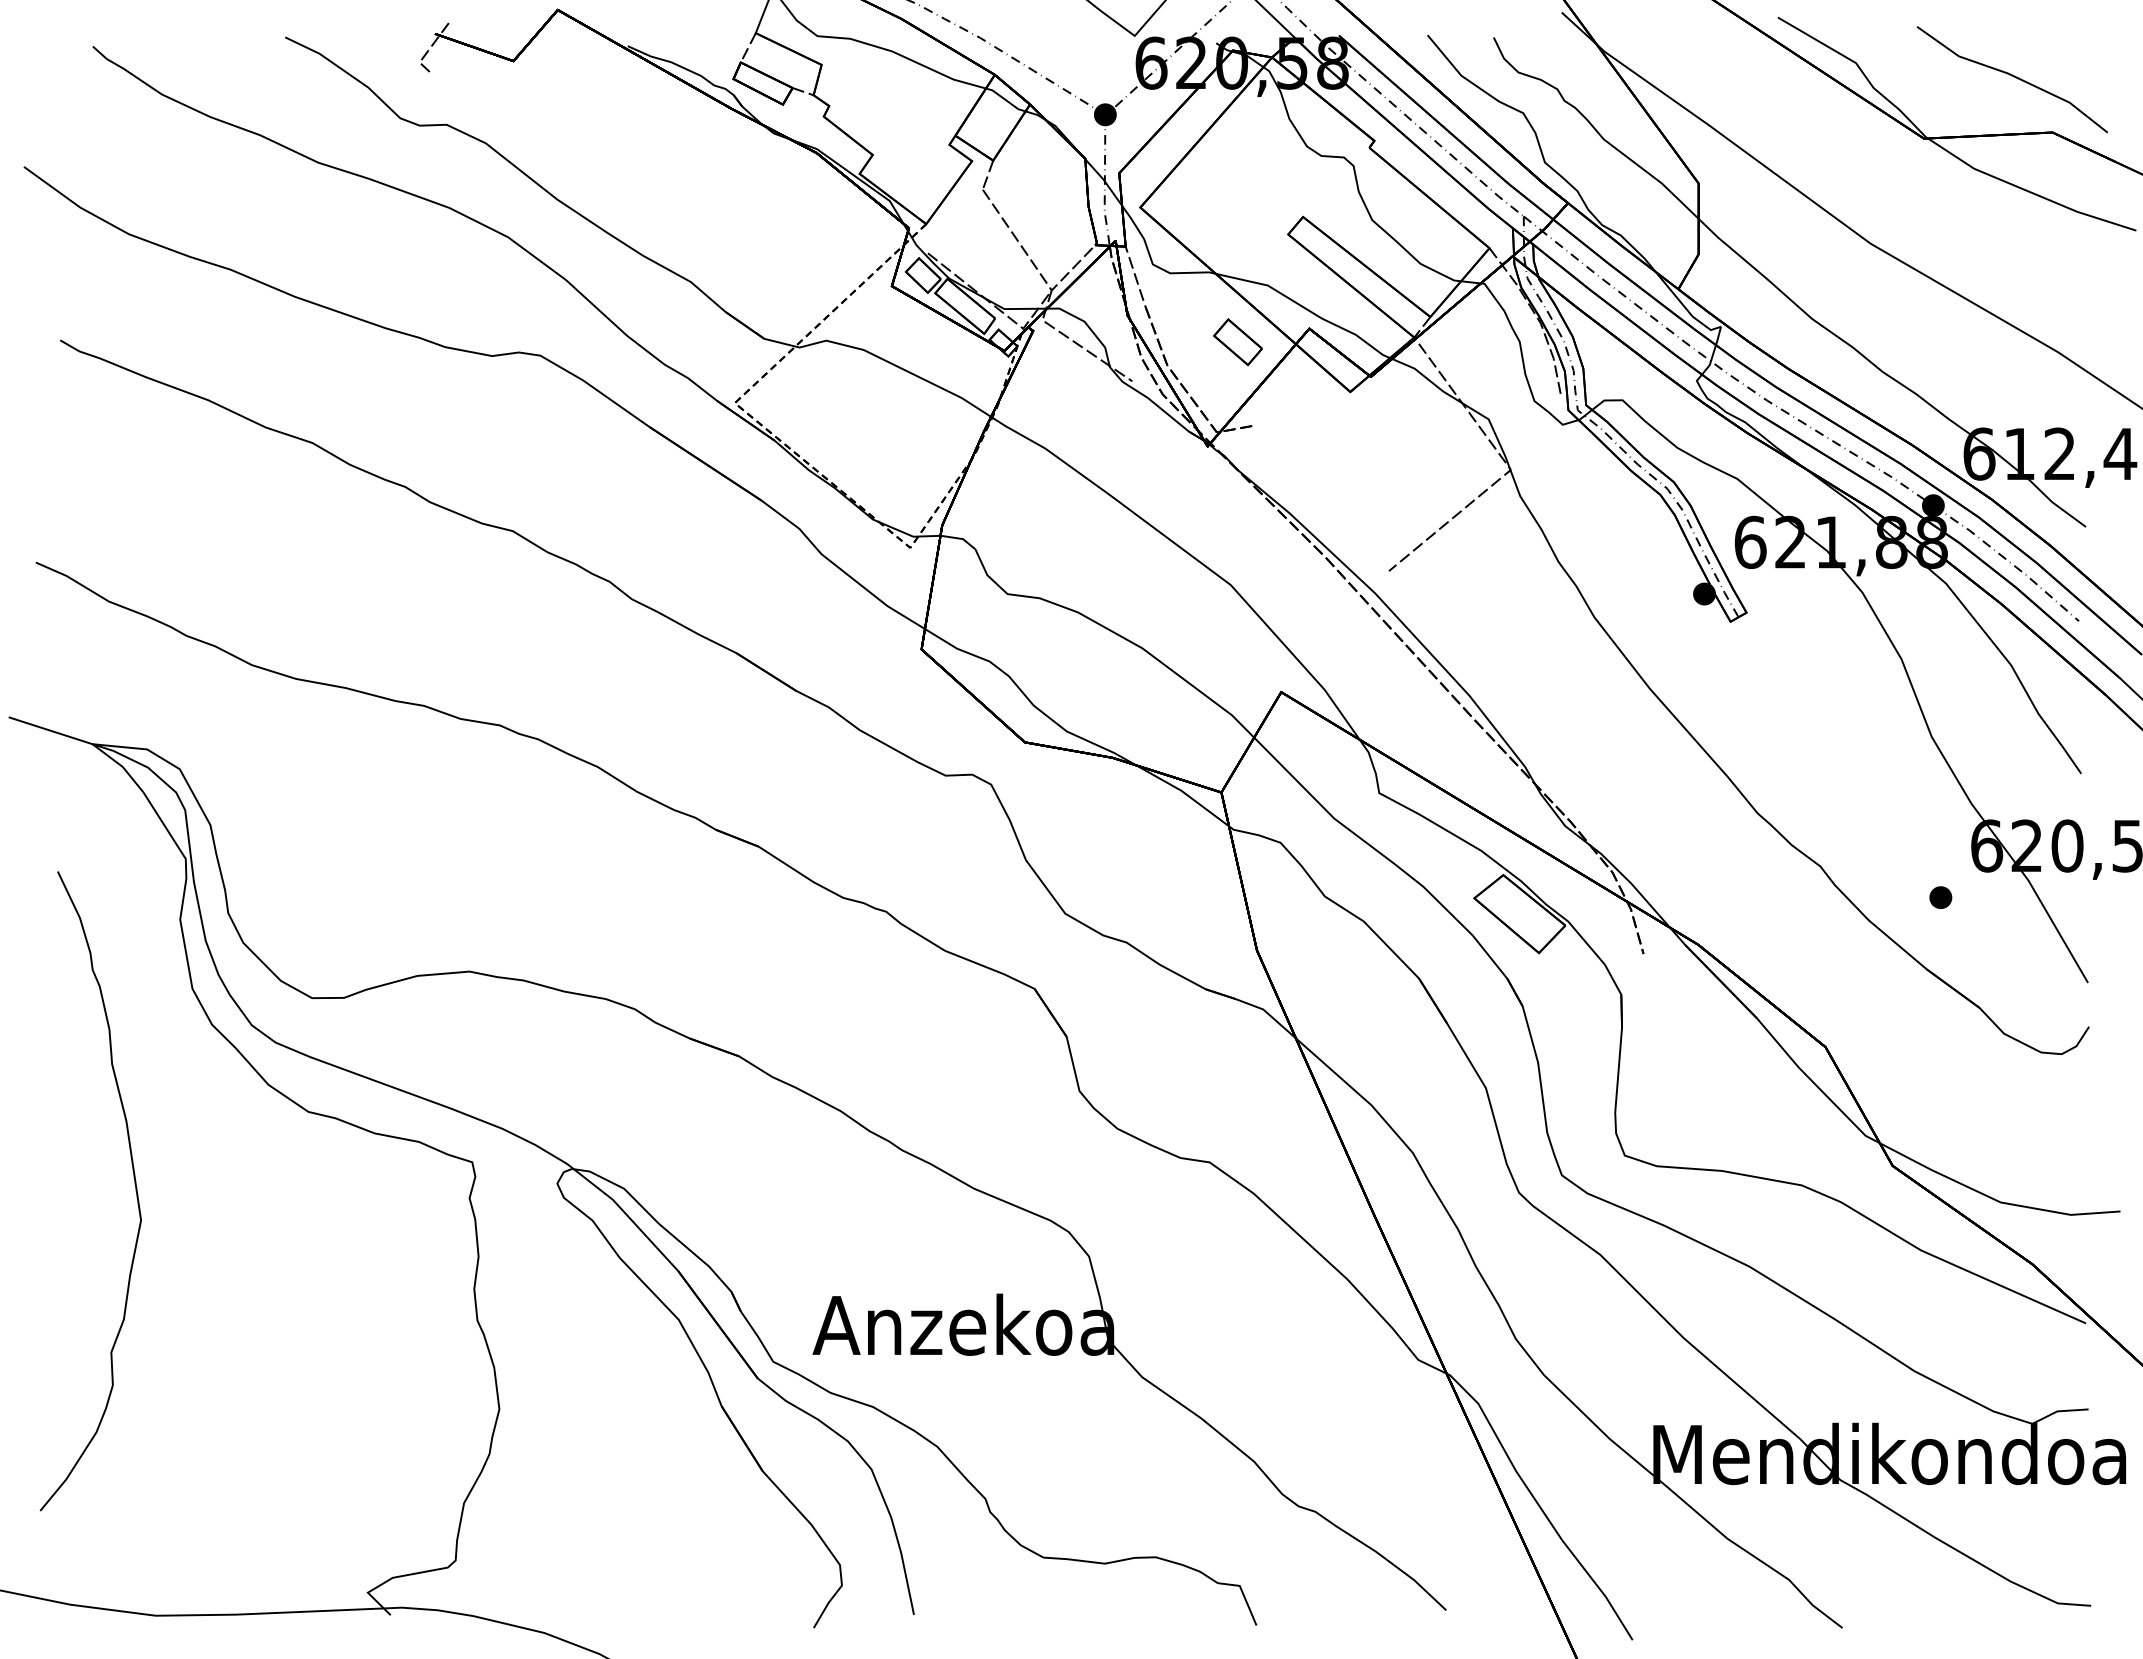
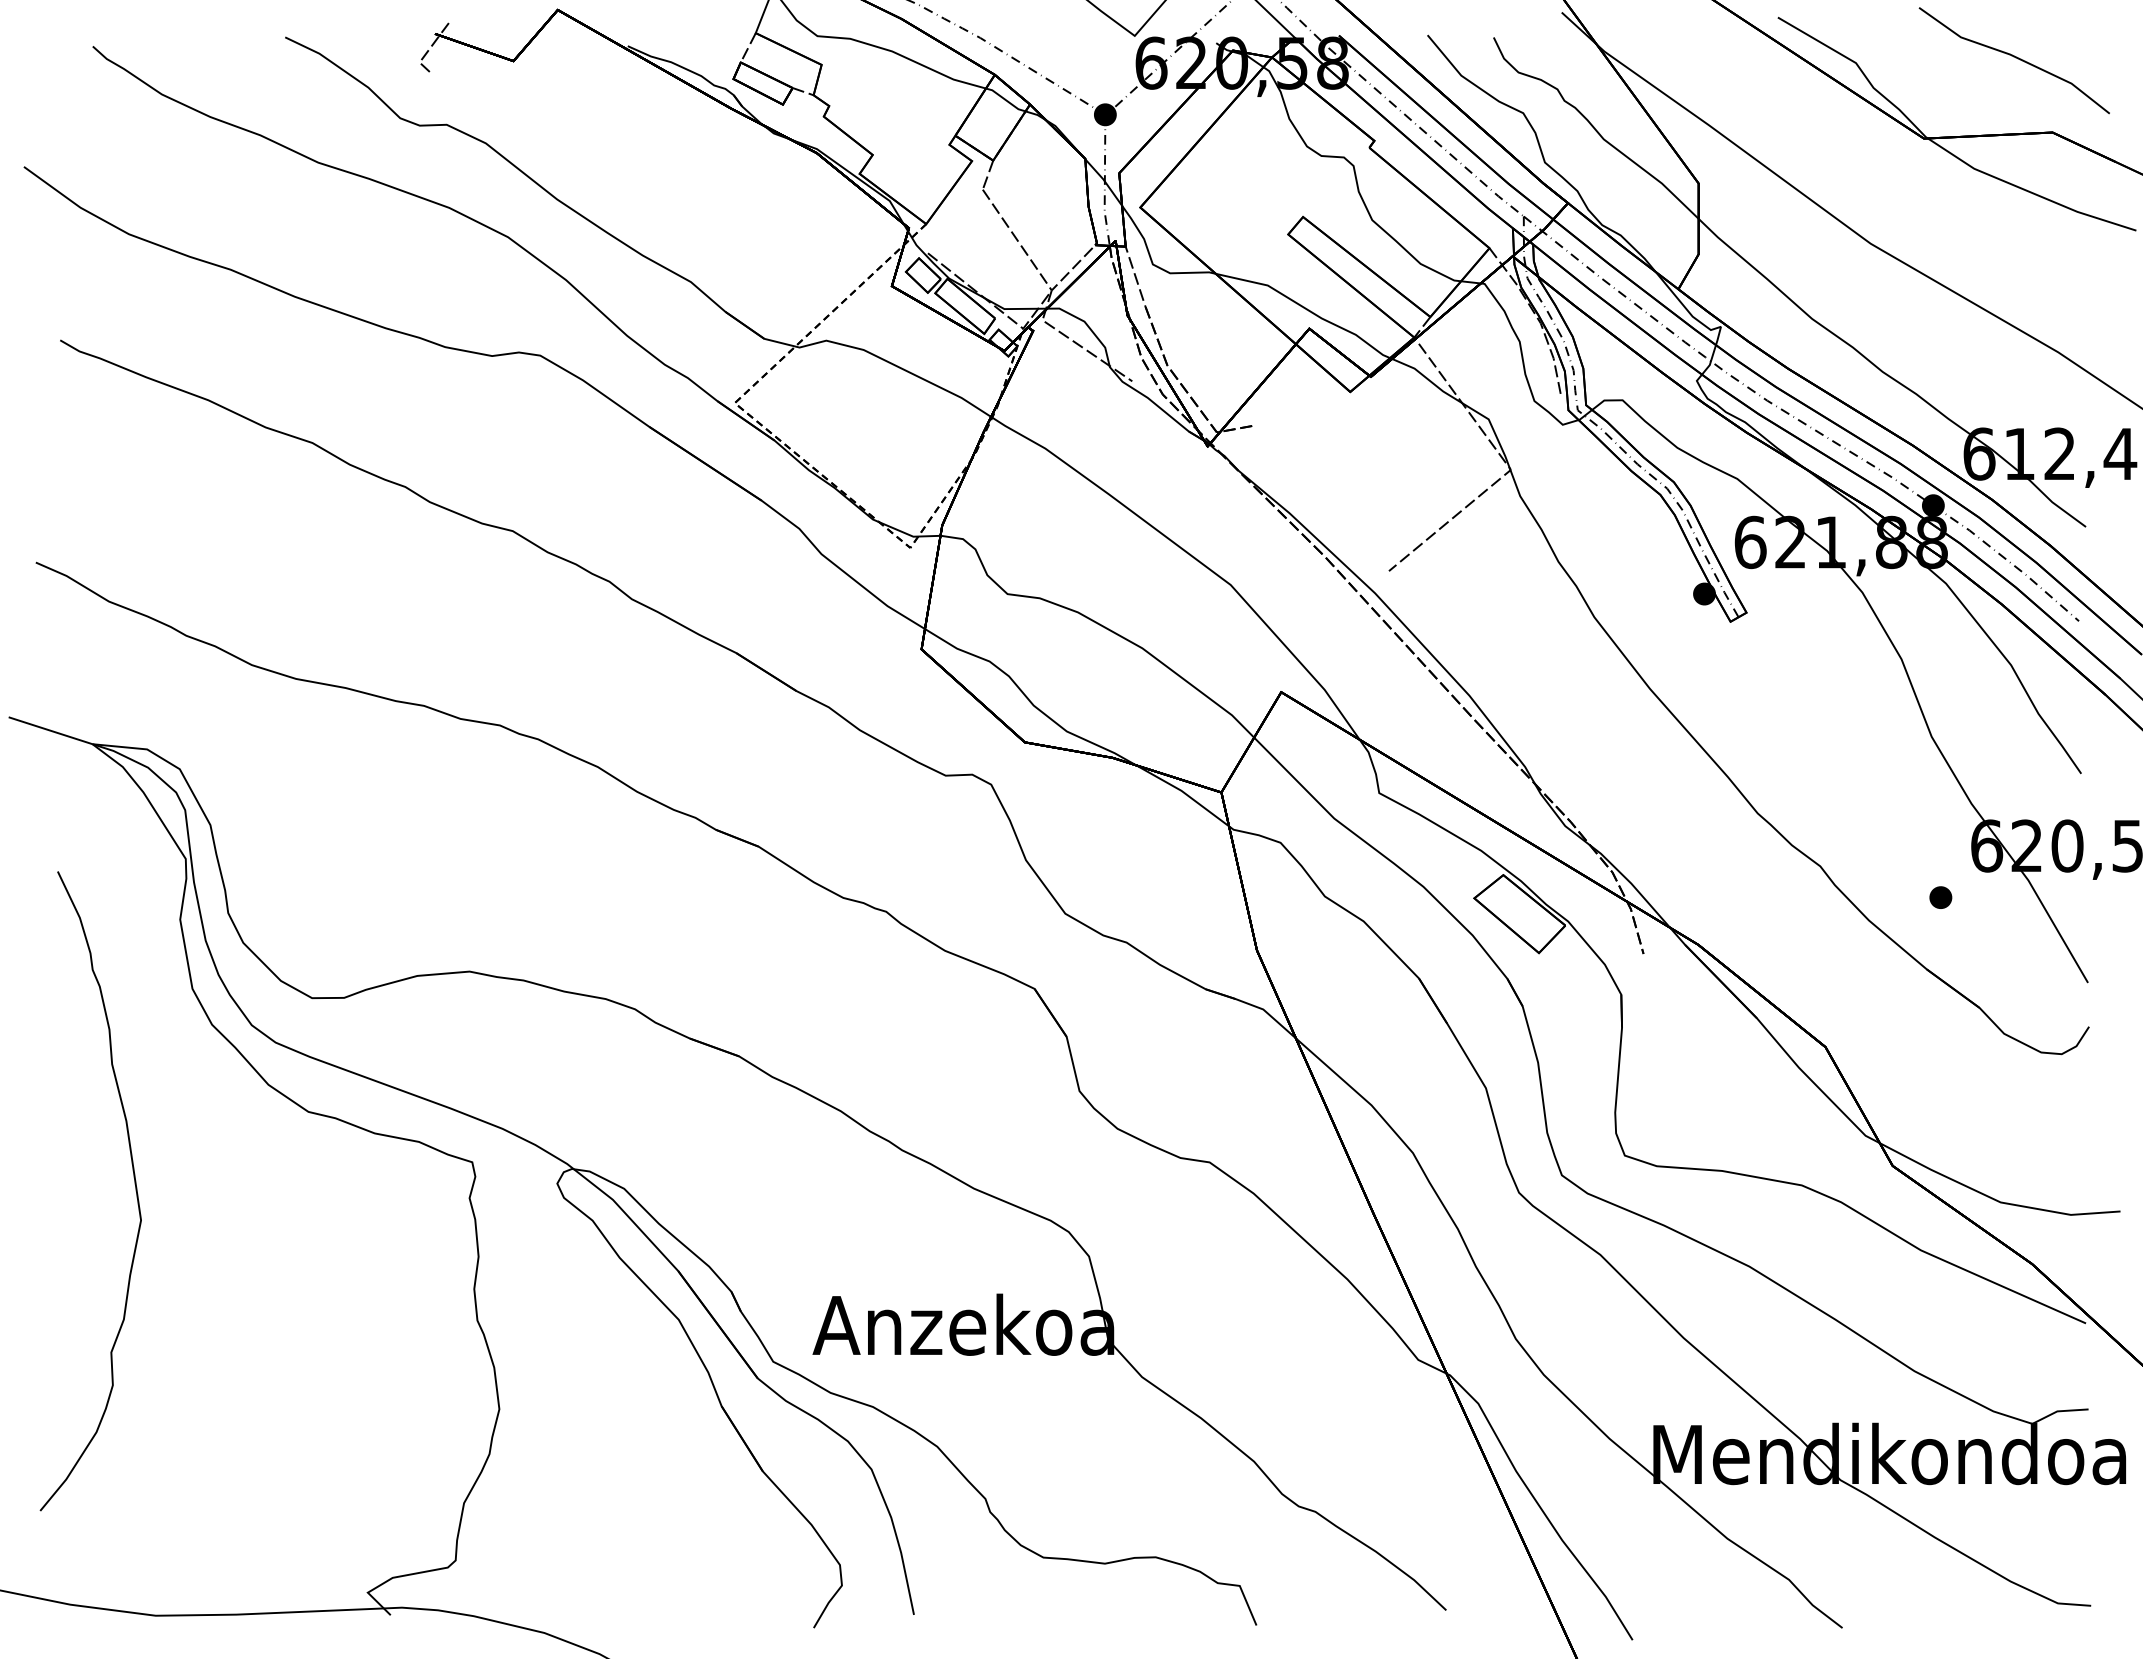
line at (2013, 77) position: (2013, 77) -> (2015, 58)
part at (1237, 342): present -> none
